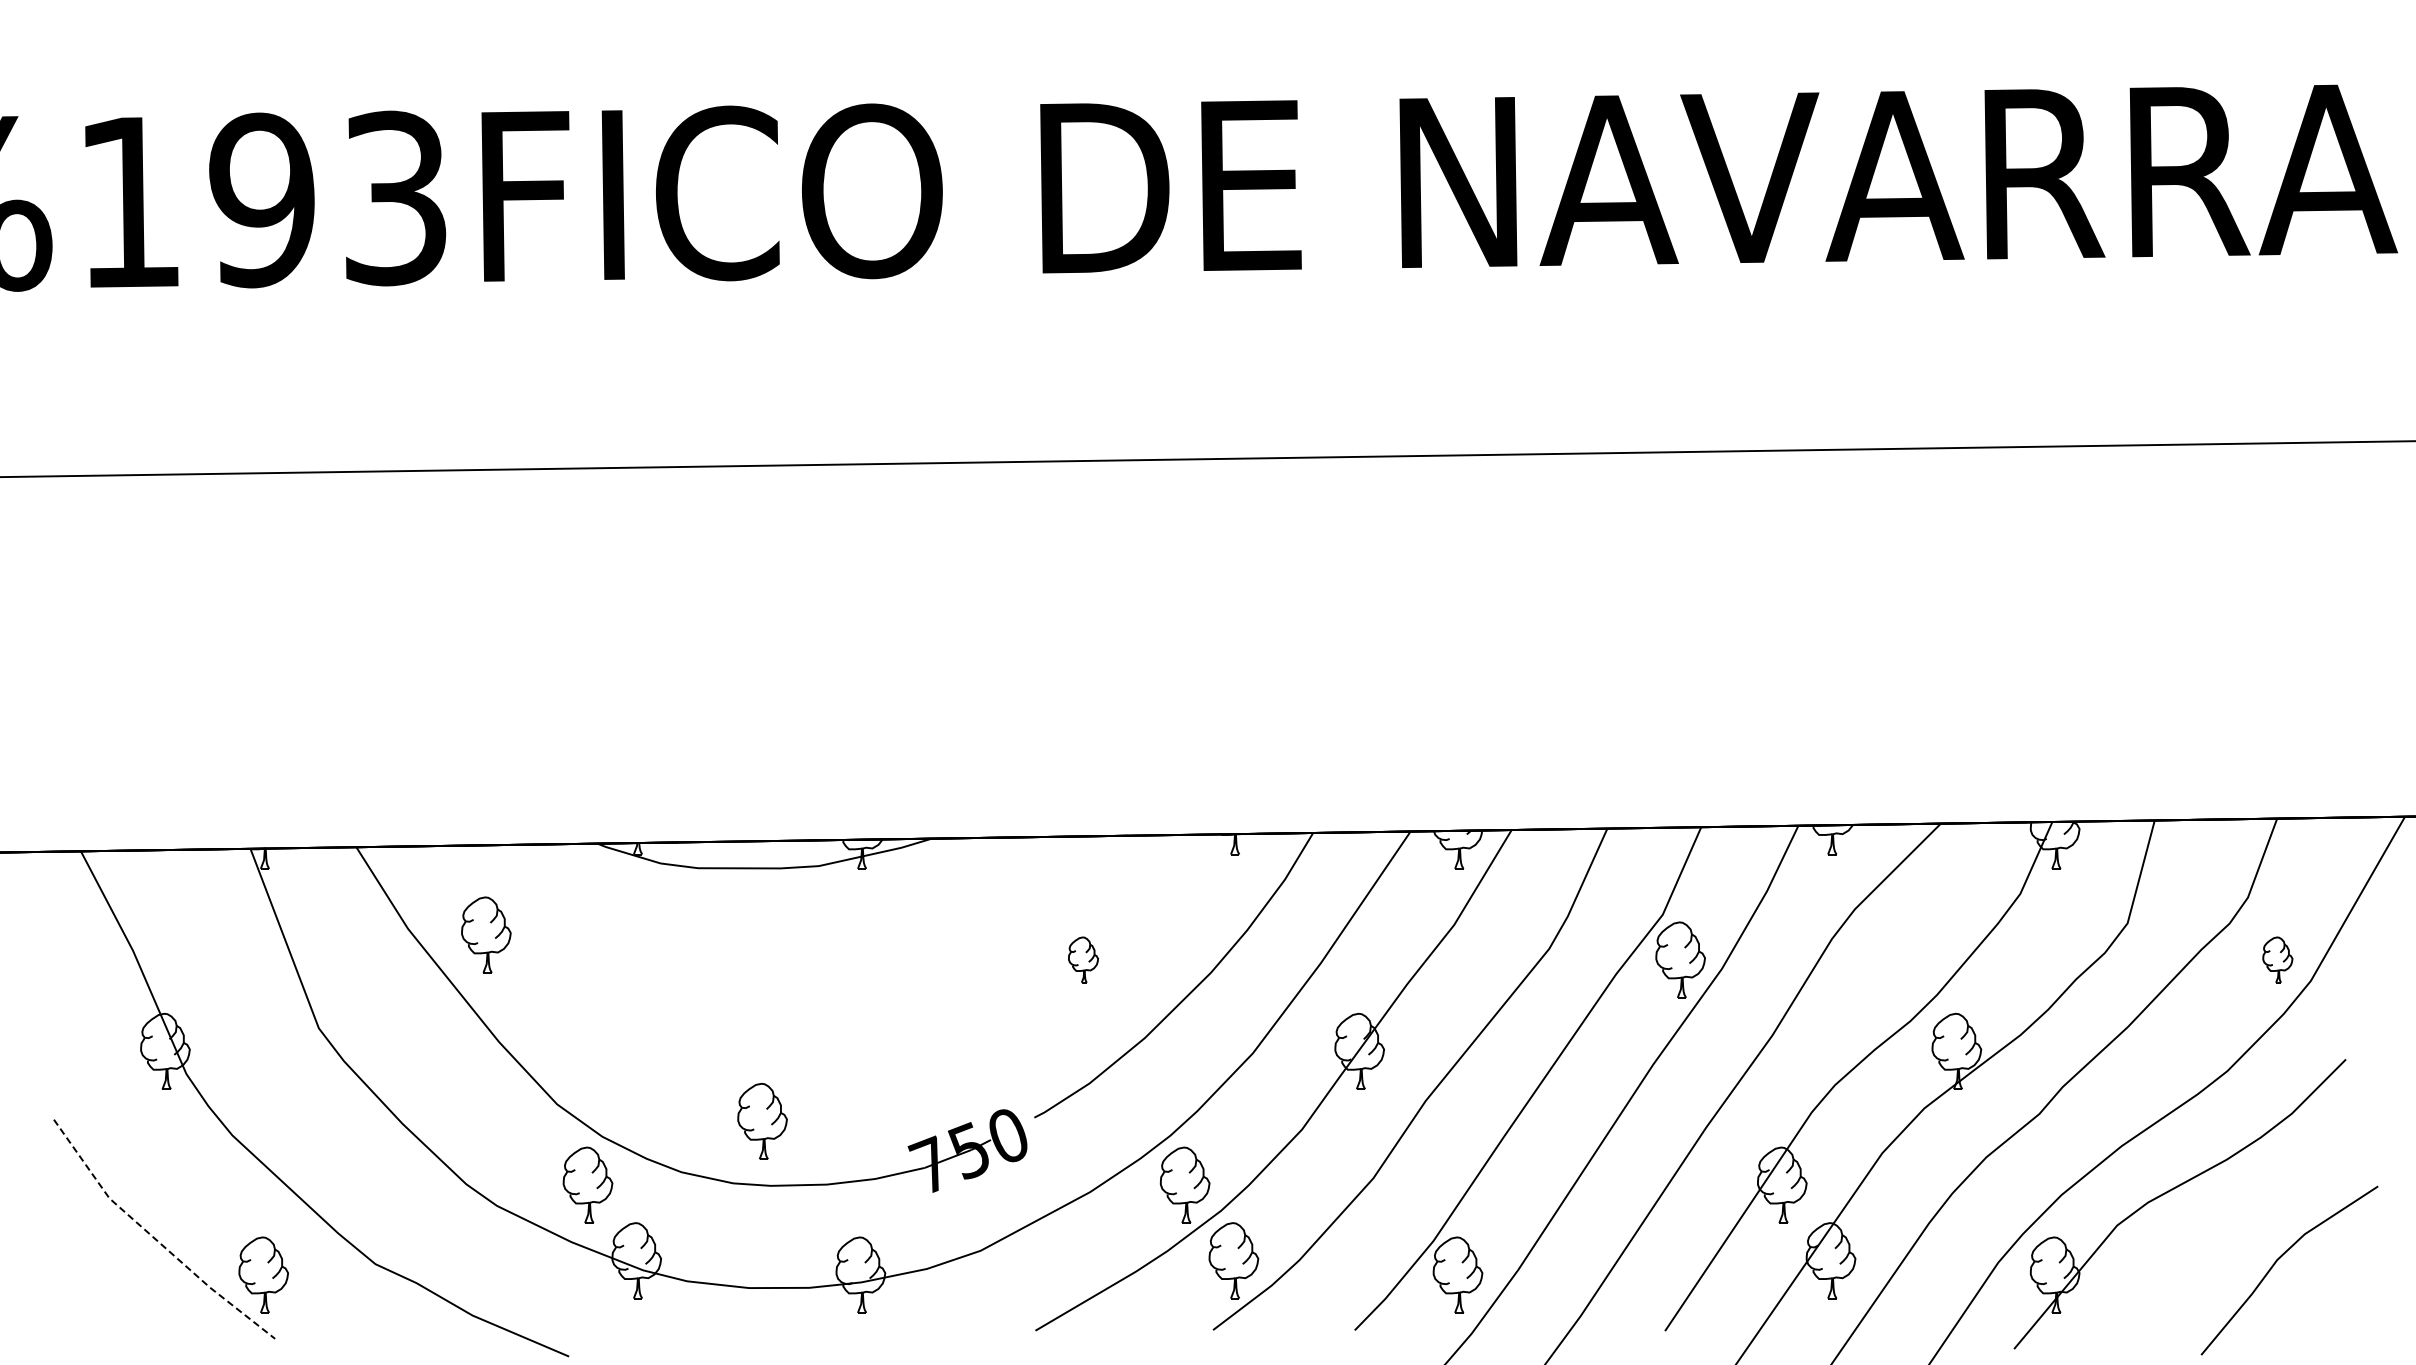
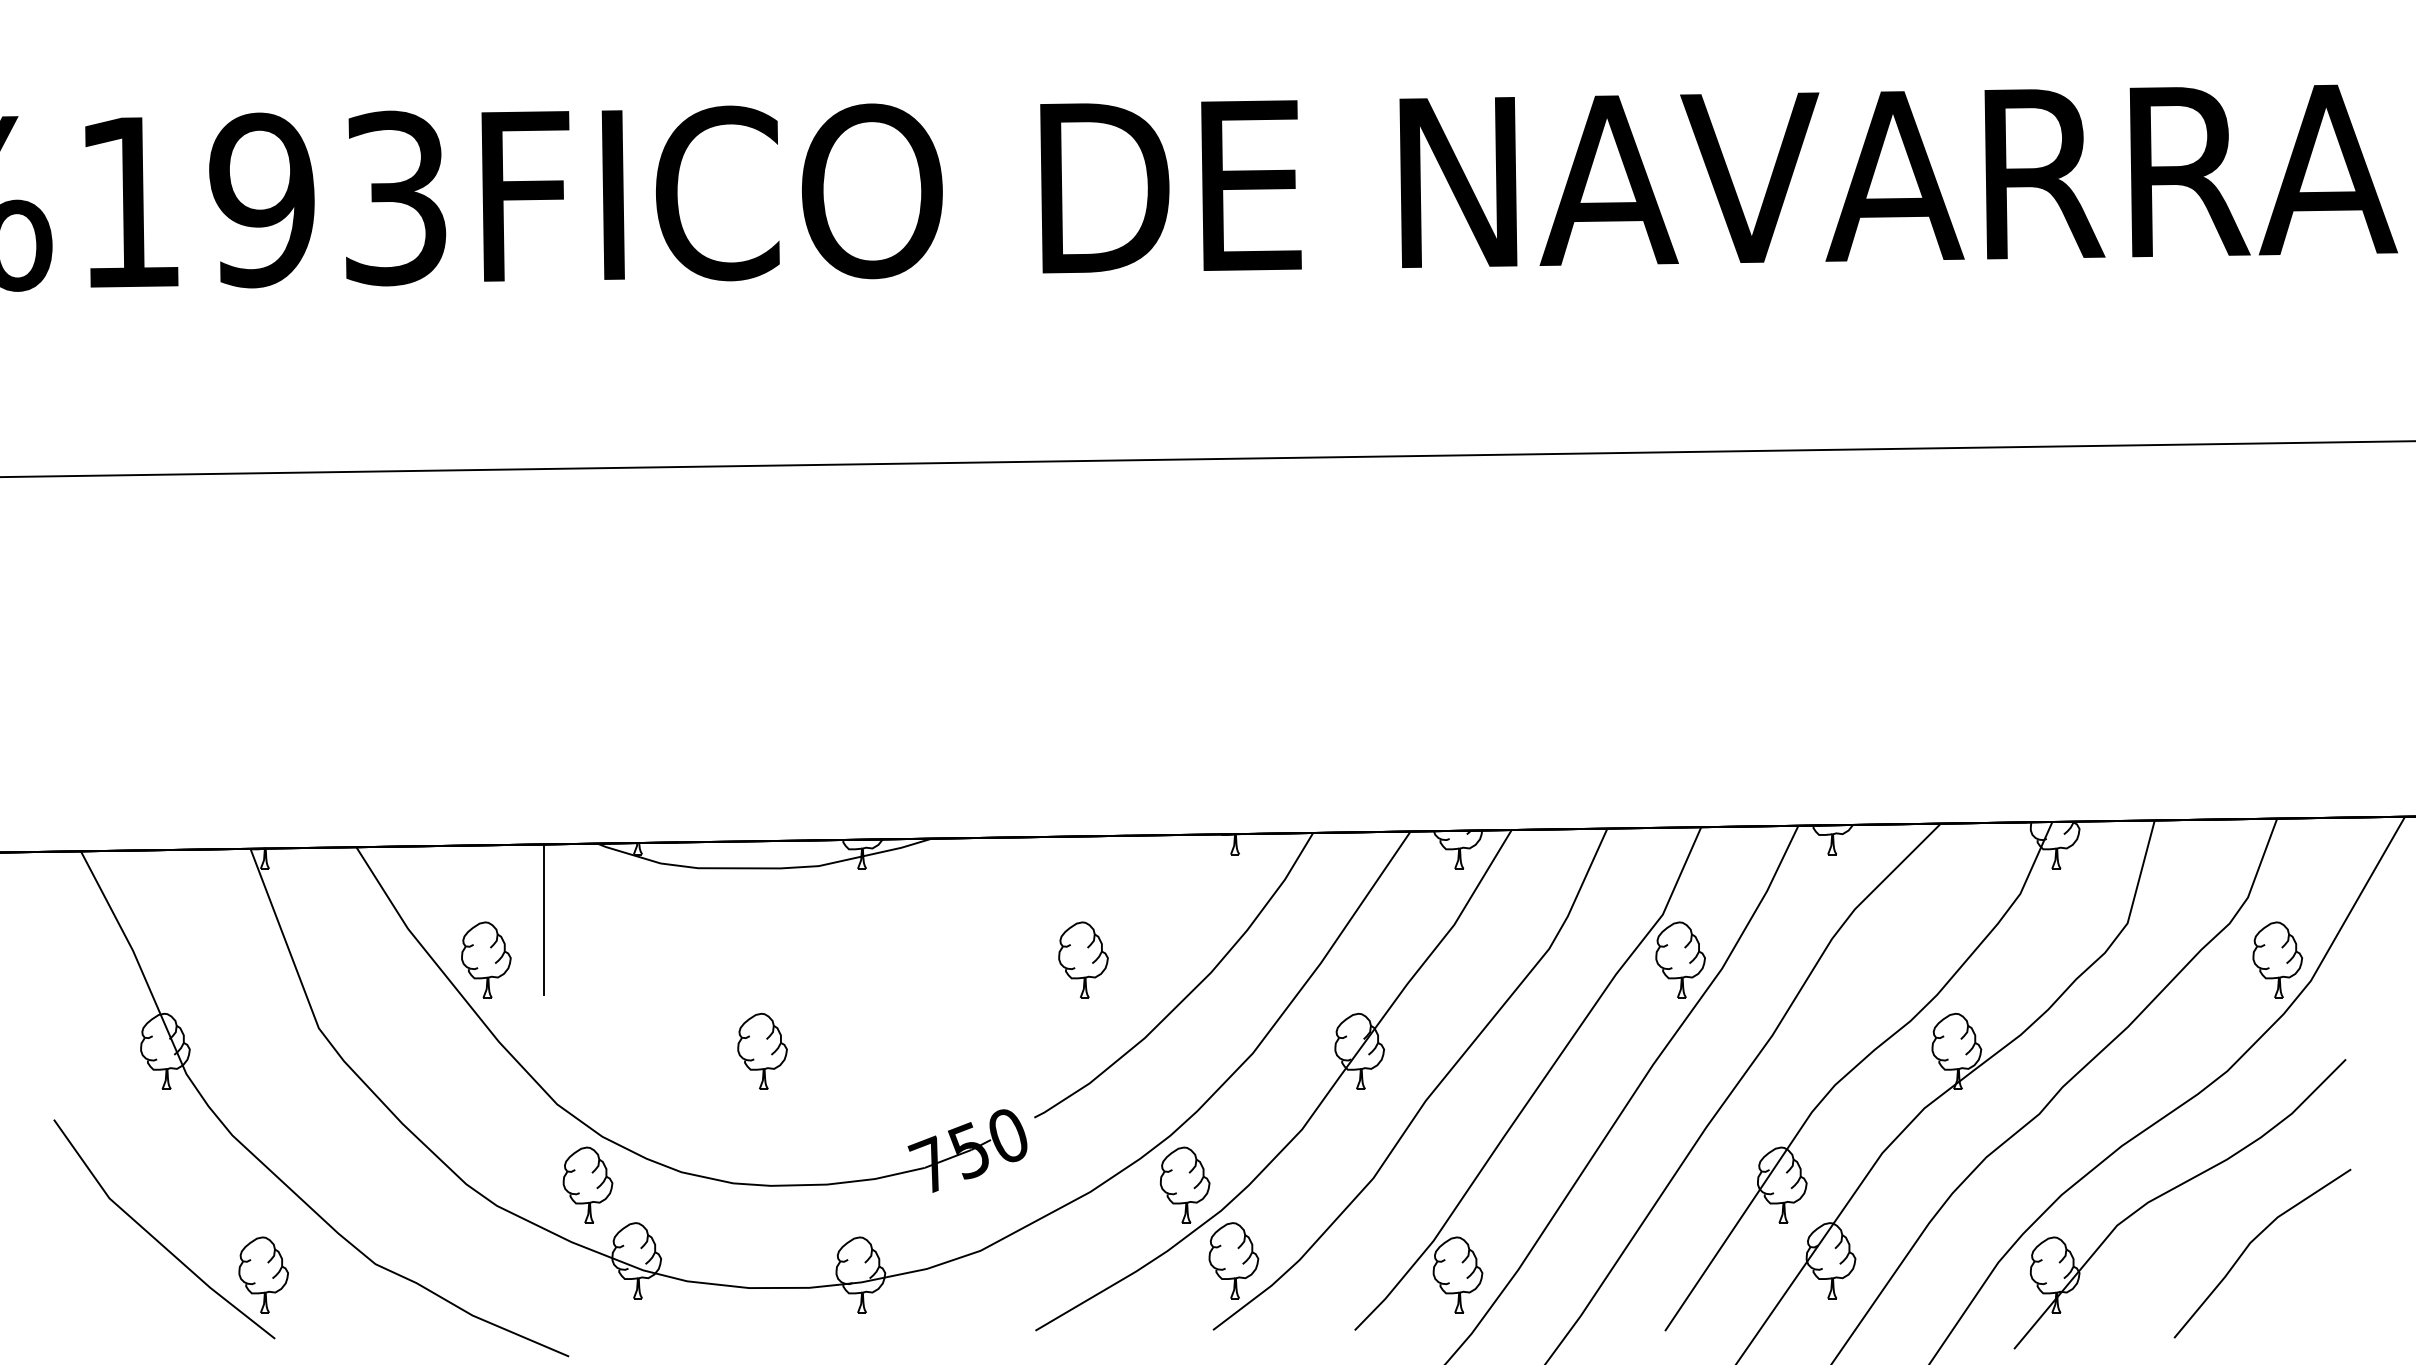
line at (544, 919): none -> present
part at (486, 934) position: (486, 934) -> (486, 959)
part at (1083, 959) size: 31x48 px -> 51x78 px
part at (2277, 959) size: 32x48 px -> 52x78 px
part at (762, 1120) position: (762, 1120) -> (762, 1050)
line at (155, 1238): dashed -> solid
line at (2279, 1259) position: (2279, 1259) -> (2252, 1242)
